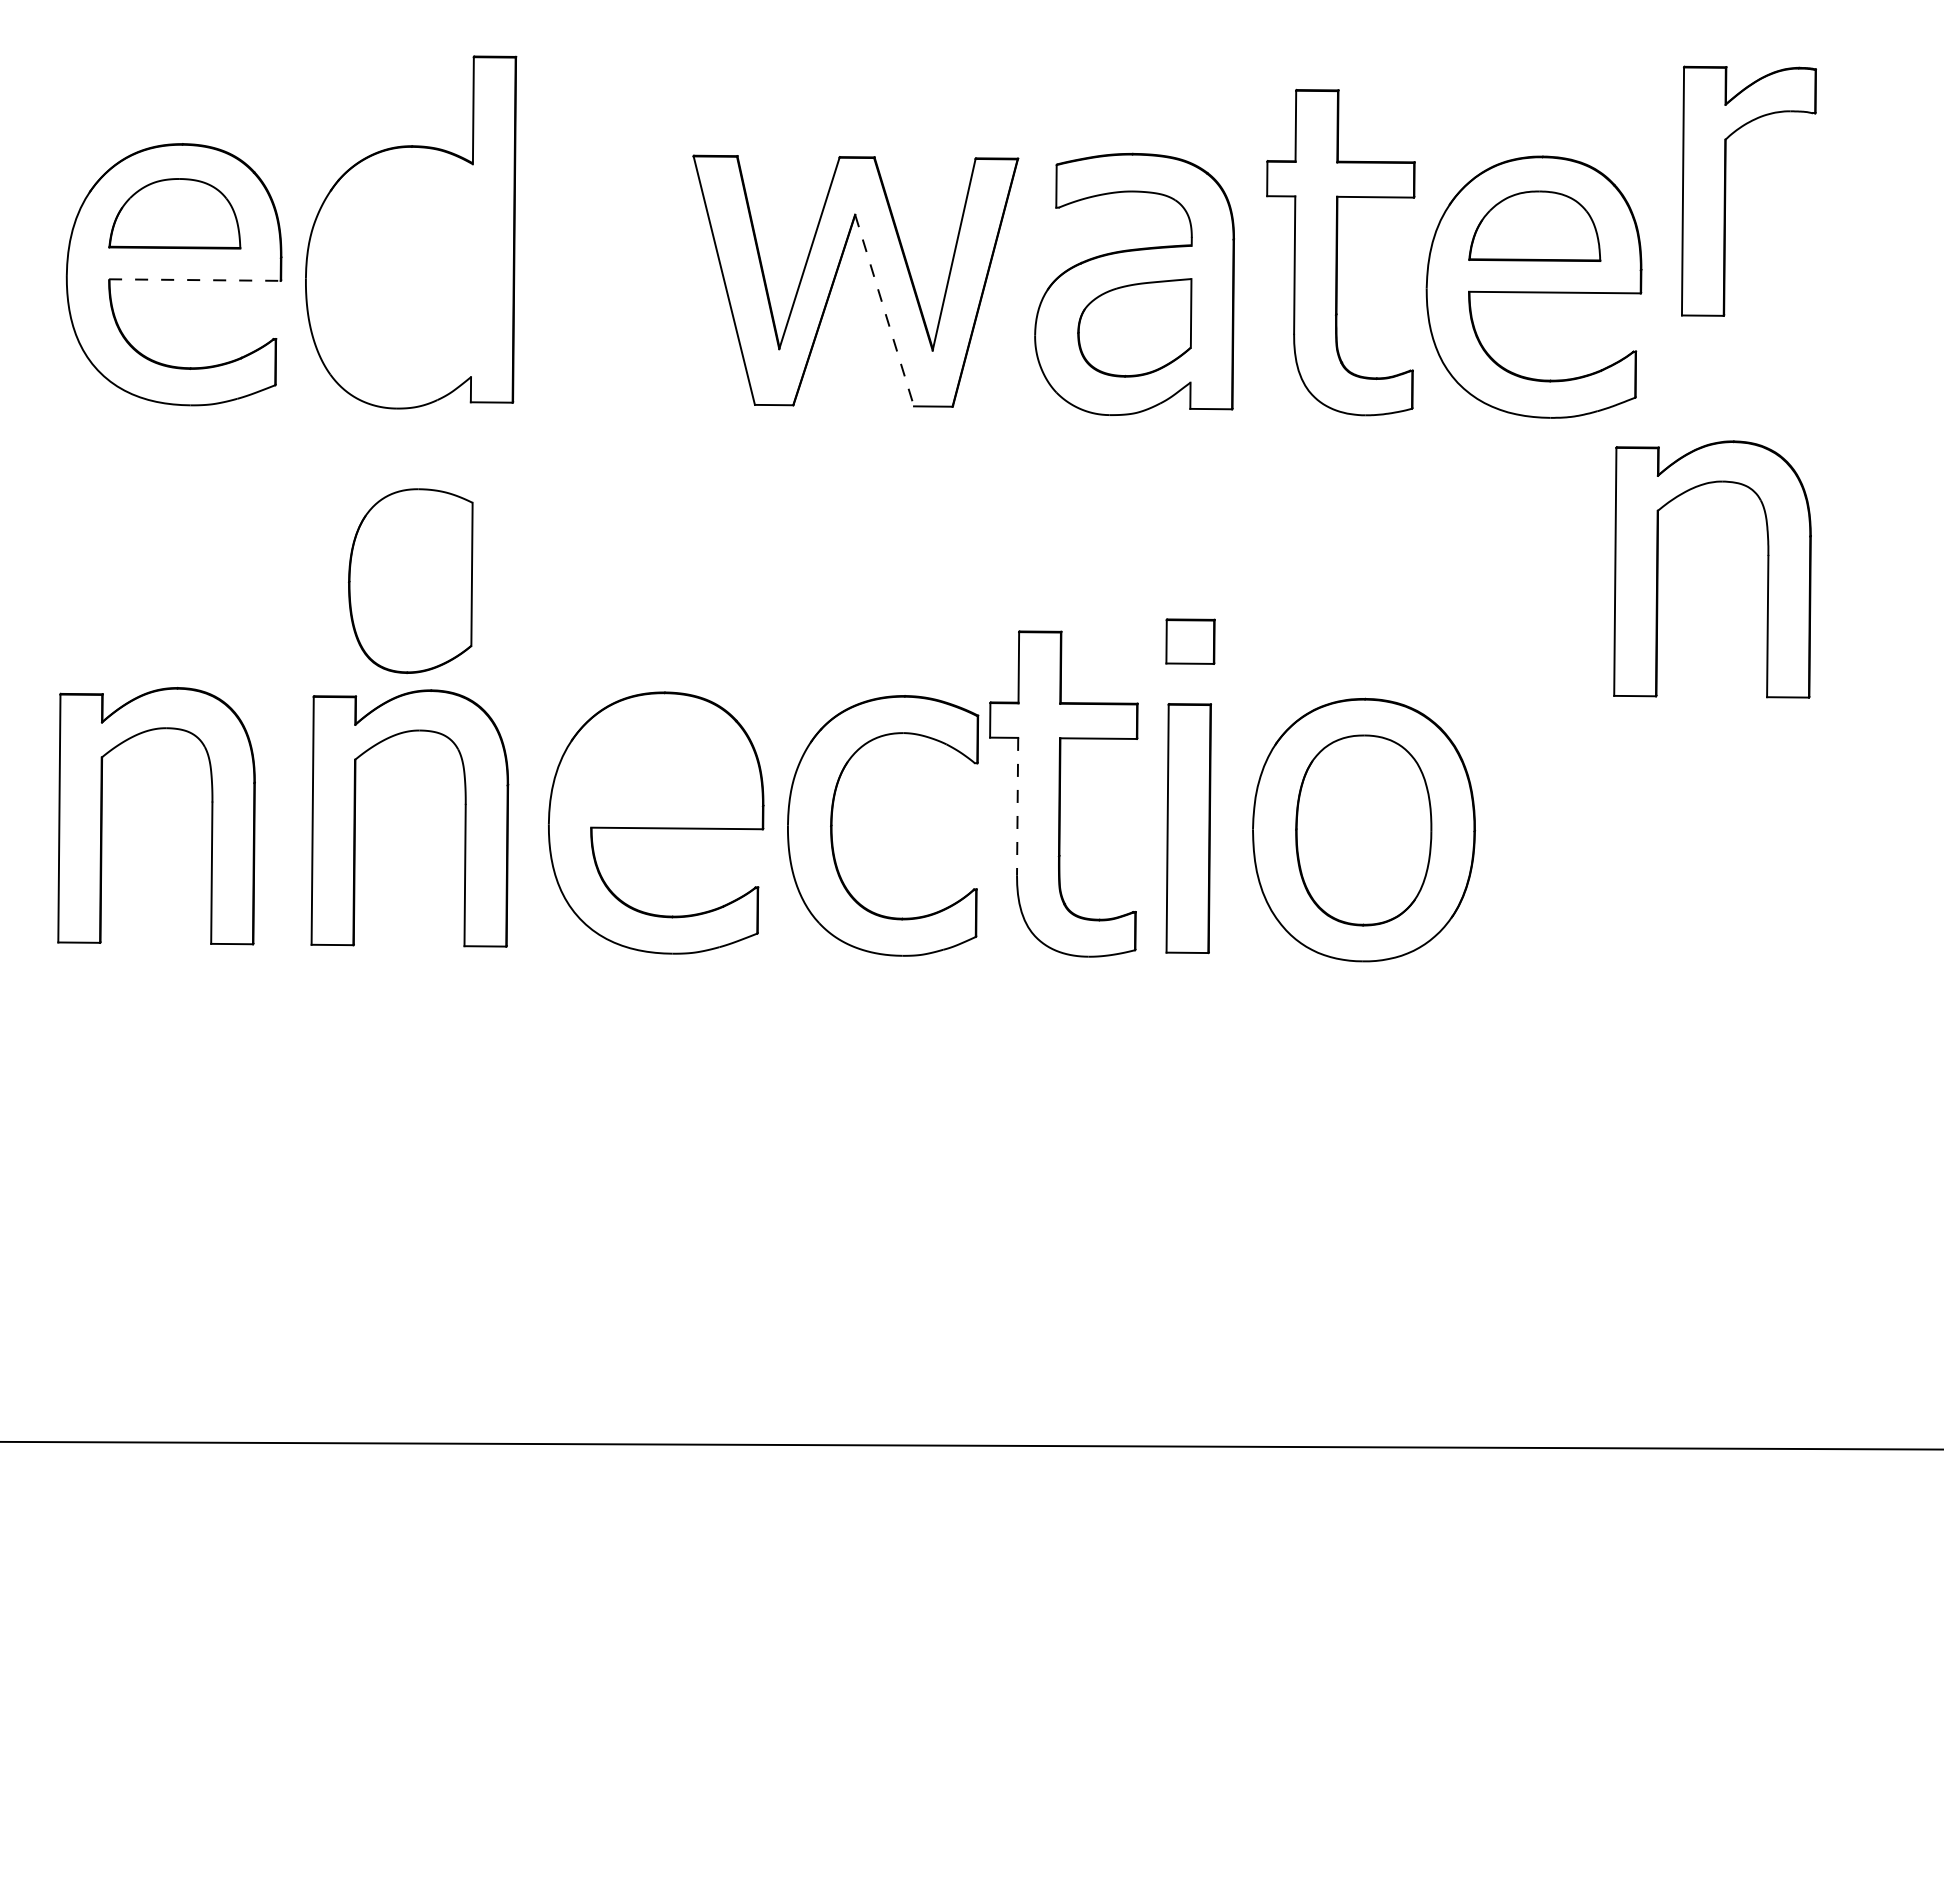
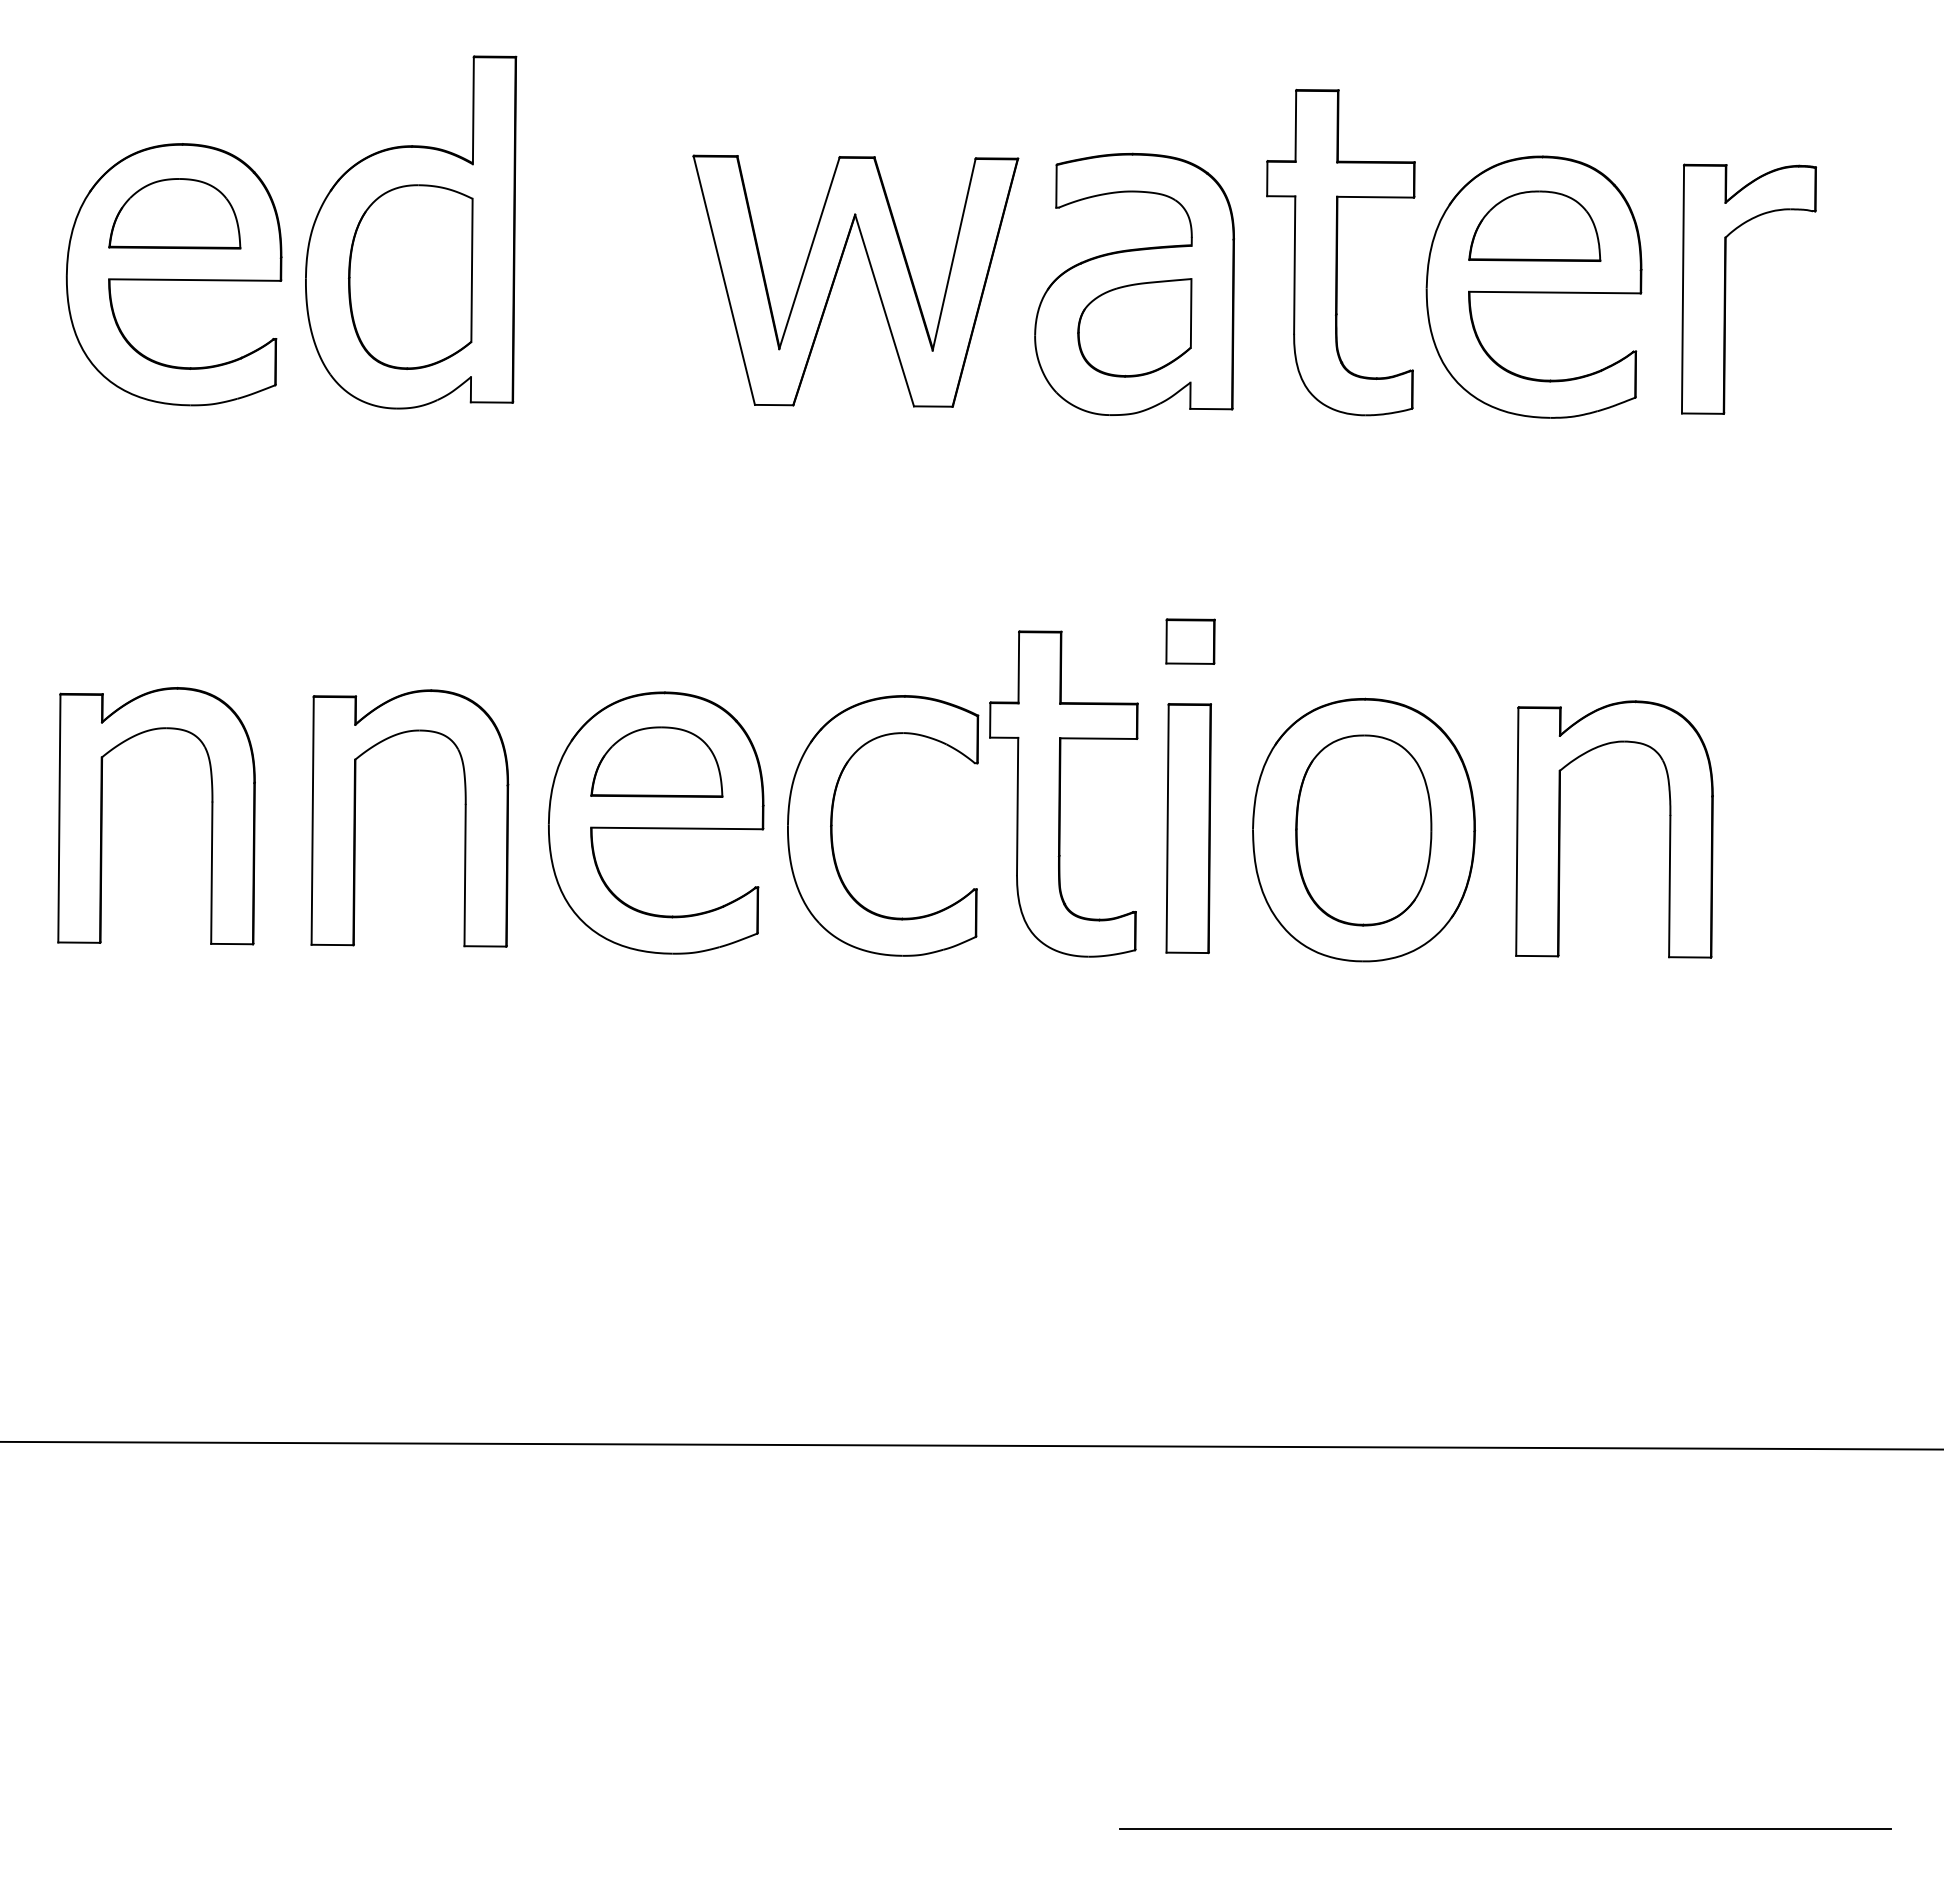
part at (1726, 190) position: (1726, 190) -> (1726, 288)
line at (194, 280): dashed -> solid
line at (884, 310): dashed -> solid
part at (1658, 569) position: (1658, 569) -> (1560, 829)
part at (410, 580) position: (410, 580) -> (410, 276)
part at (656, 761): none -> present
line at (1017, 806): dashed -> solid
line at (1505, 1829): none -> present
